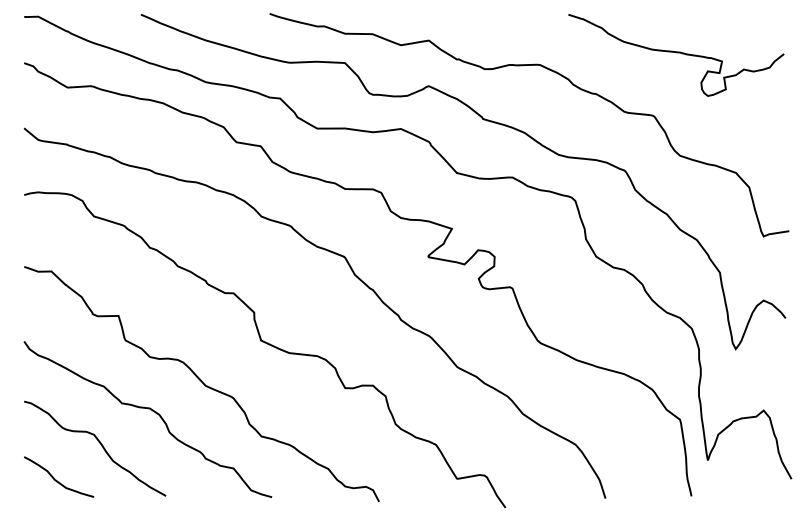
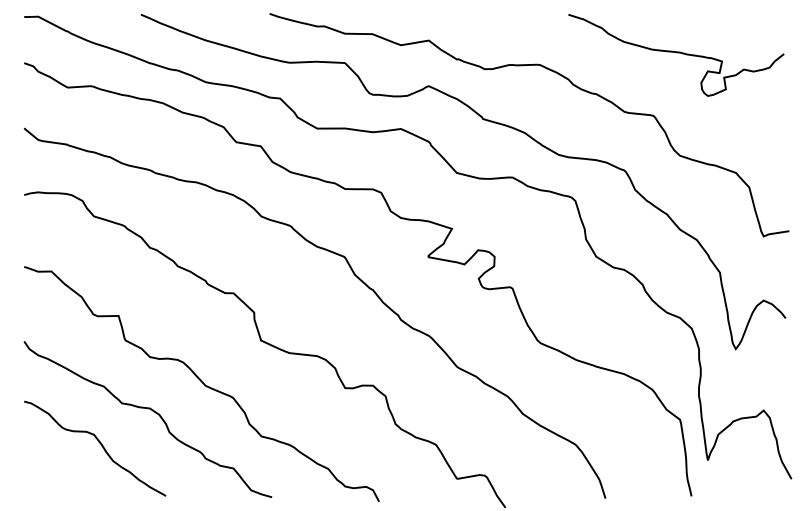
curve at (56, 479): present -> none
